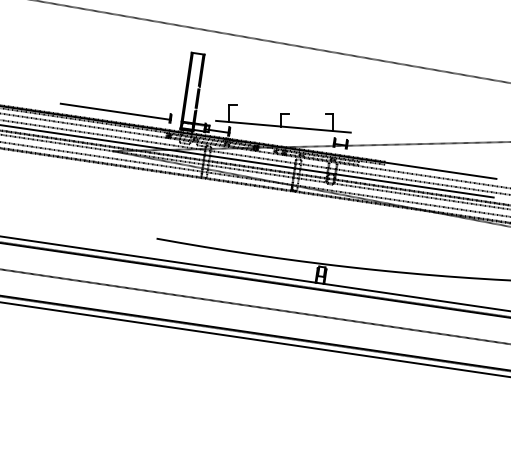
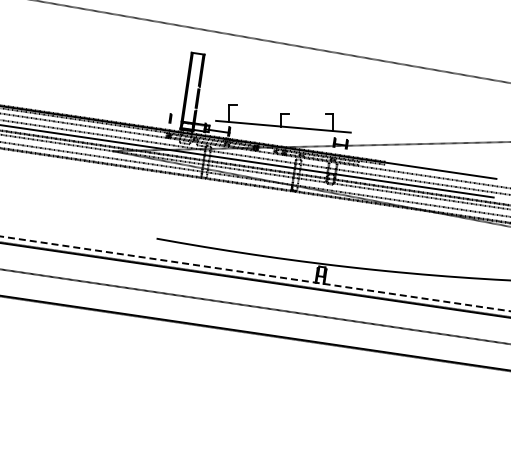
line at (115, 111): present -> none
line at (255, 273): solid -> dashed
line at (254, 339): present -> none
